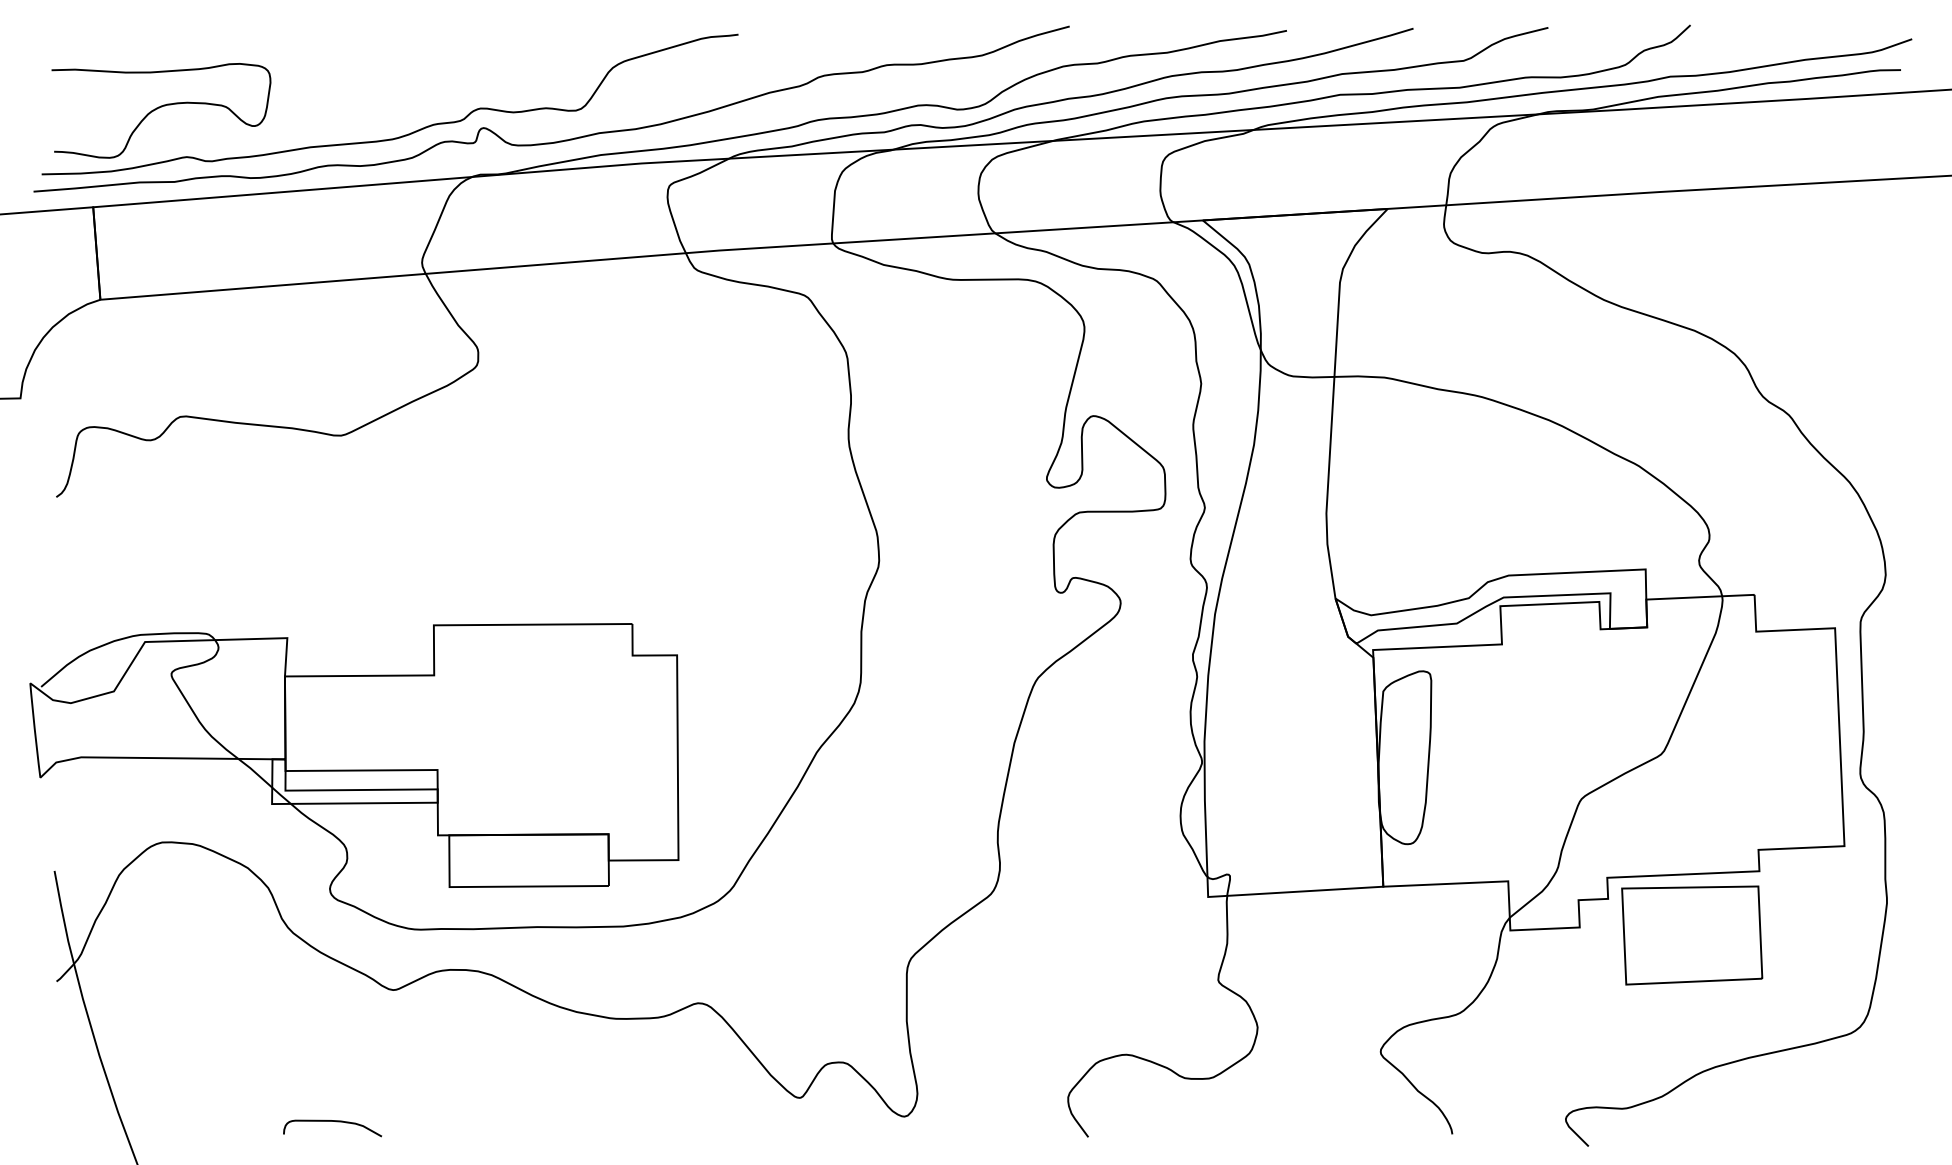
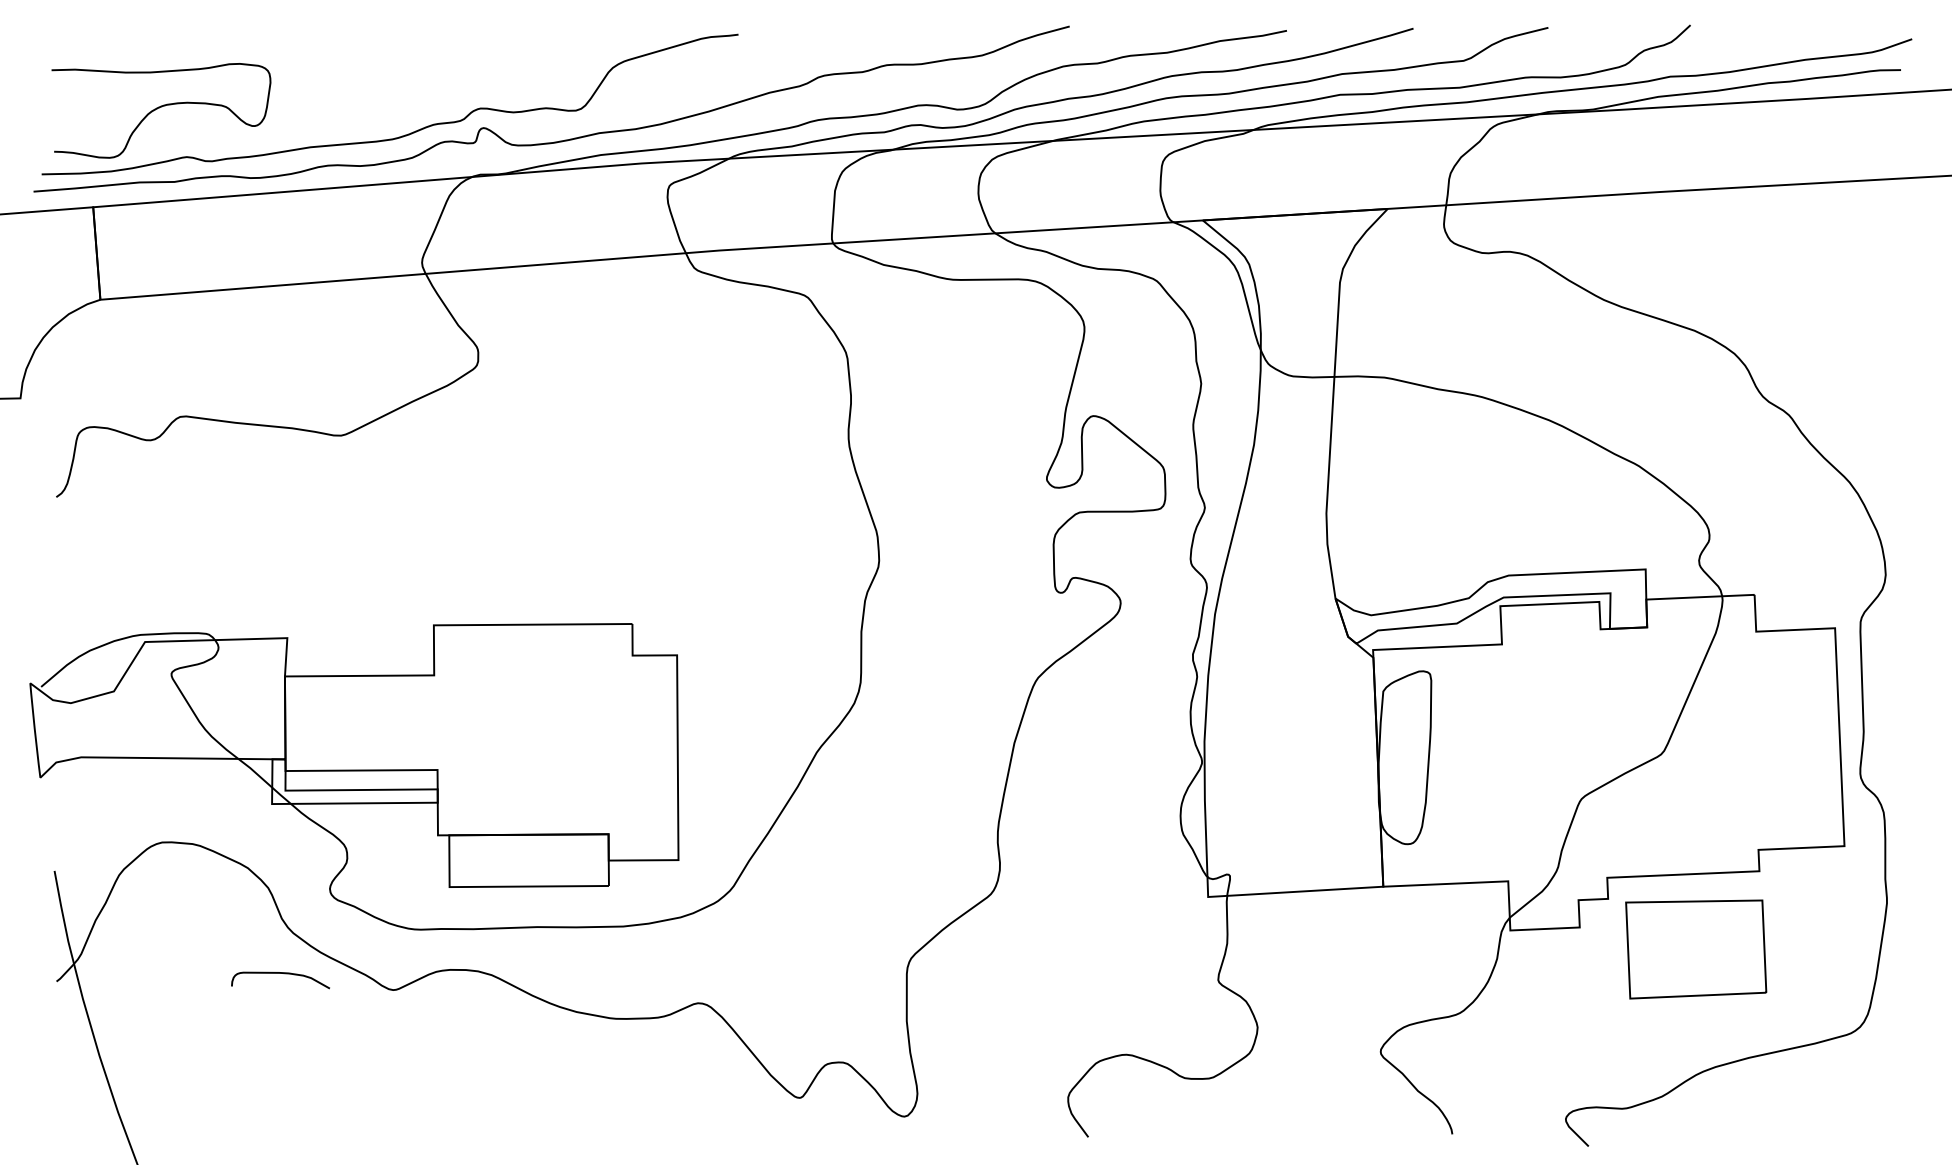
part at (1692, 935) position: (1692, 935) -> (1696, 949)
curve at (332, 1121) position: (332, 1121) -> (280, 973)
